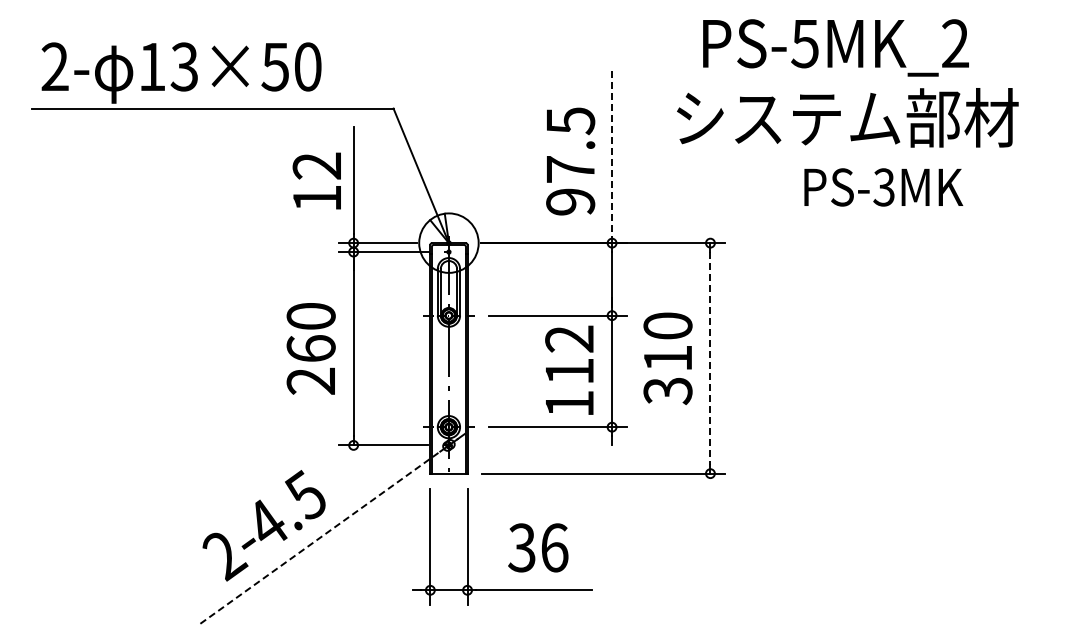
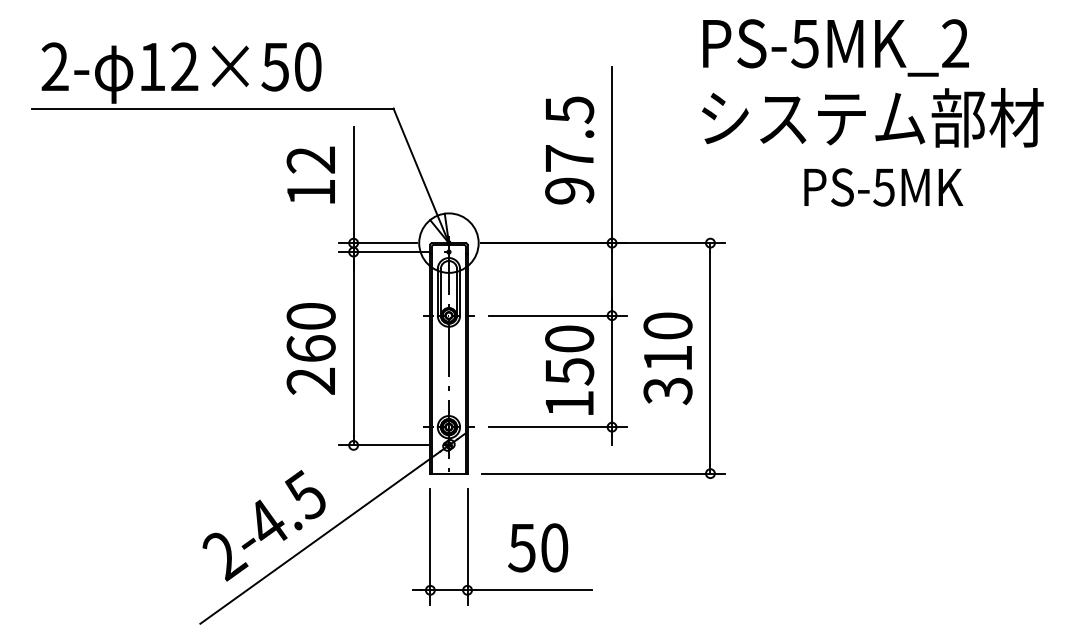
text at (184, 66): 13×50 -> 12×50
text at (847, 117) position: (847, 117) -> (872, 117)
line at (612, 154): dashed -> solid
text at (570, 161) position: (570, 161) -> (569, 150)
text at (316, 180) position: (316, 180) -> (310, 174)
text at (883, 187): PS-3MK -> PS-5MK
text at (569, 355): 112 -> 150
line at (710, 358): dashed -> solid
line at (320, 537): dashed -> solid
text at (538, 547): 36 -> 50
